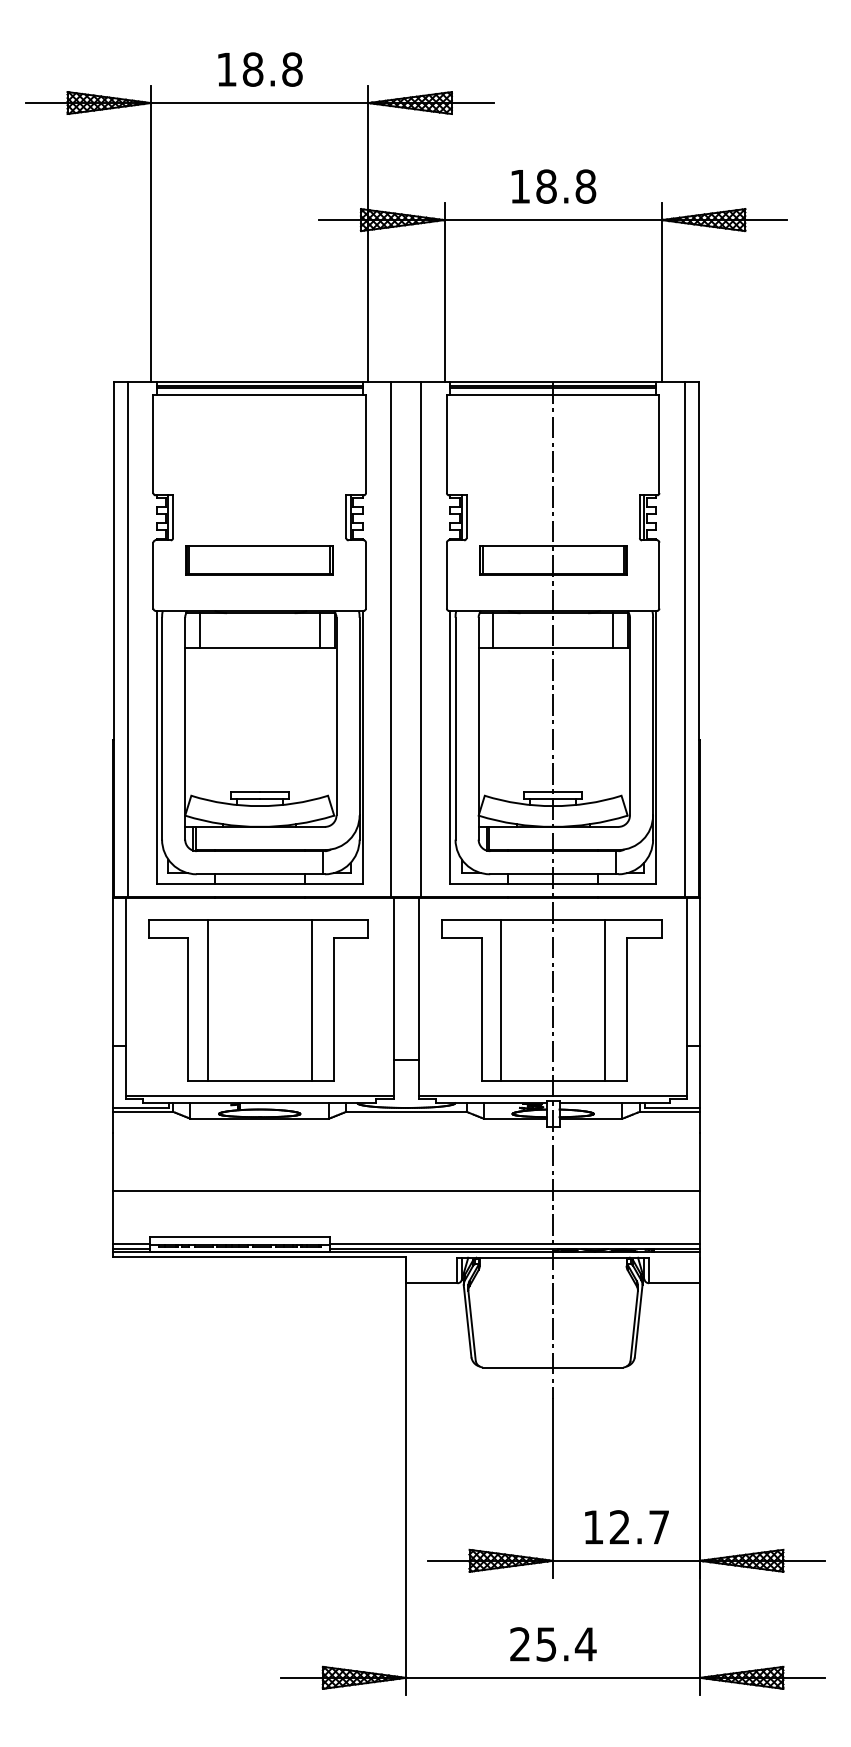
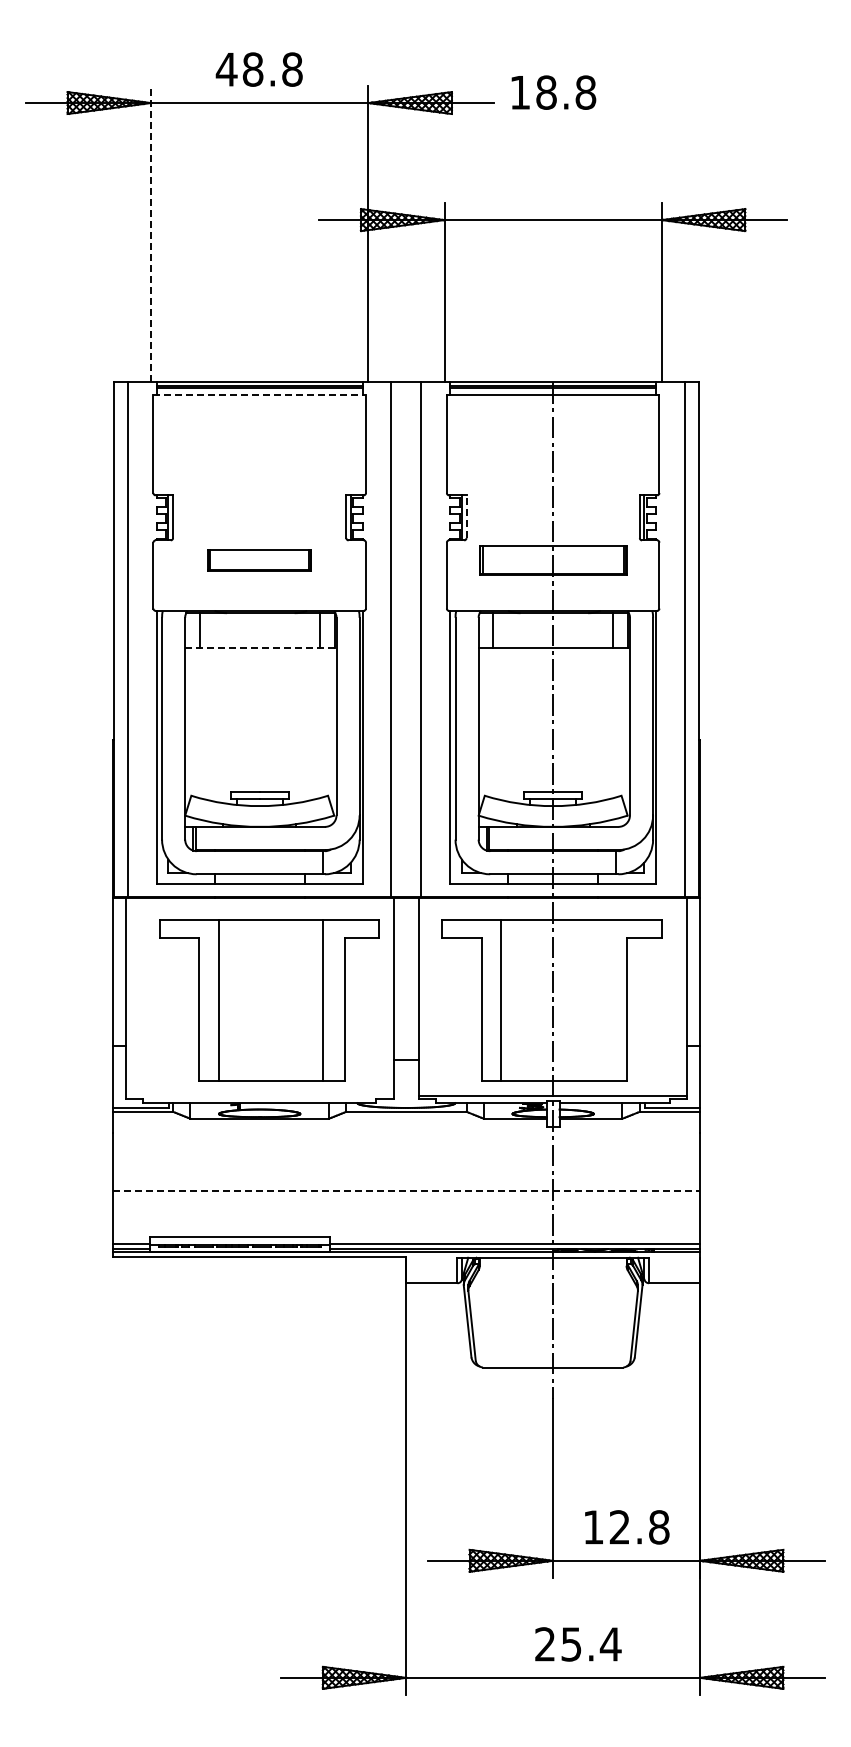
text at (226, 69): 18.8 -> 48.8
text at (553, 186) position: (553, 186) -> (553, 92)
line at (151, 234): solid -> dashed
line at (260, 394): solid -> dashed
line at (466, 516): solid -> dashed
part at (259, 560) size: 149x31 px -> 105x23 px
line at (260, 647): solid -> dashed
line at (605, 999): present -> none
part at (258, 1000) position: (258, 1000) -> (269, 1000)
line at (259, 1096): present -> none
line at (406, 1190): solid -> dashed
text at (659, 1527): 12.7 -> 12.8
text at (553, 1644) position: (553, 1644) -> (578, 1644)
